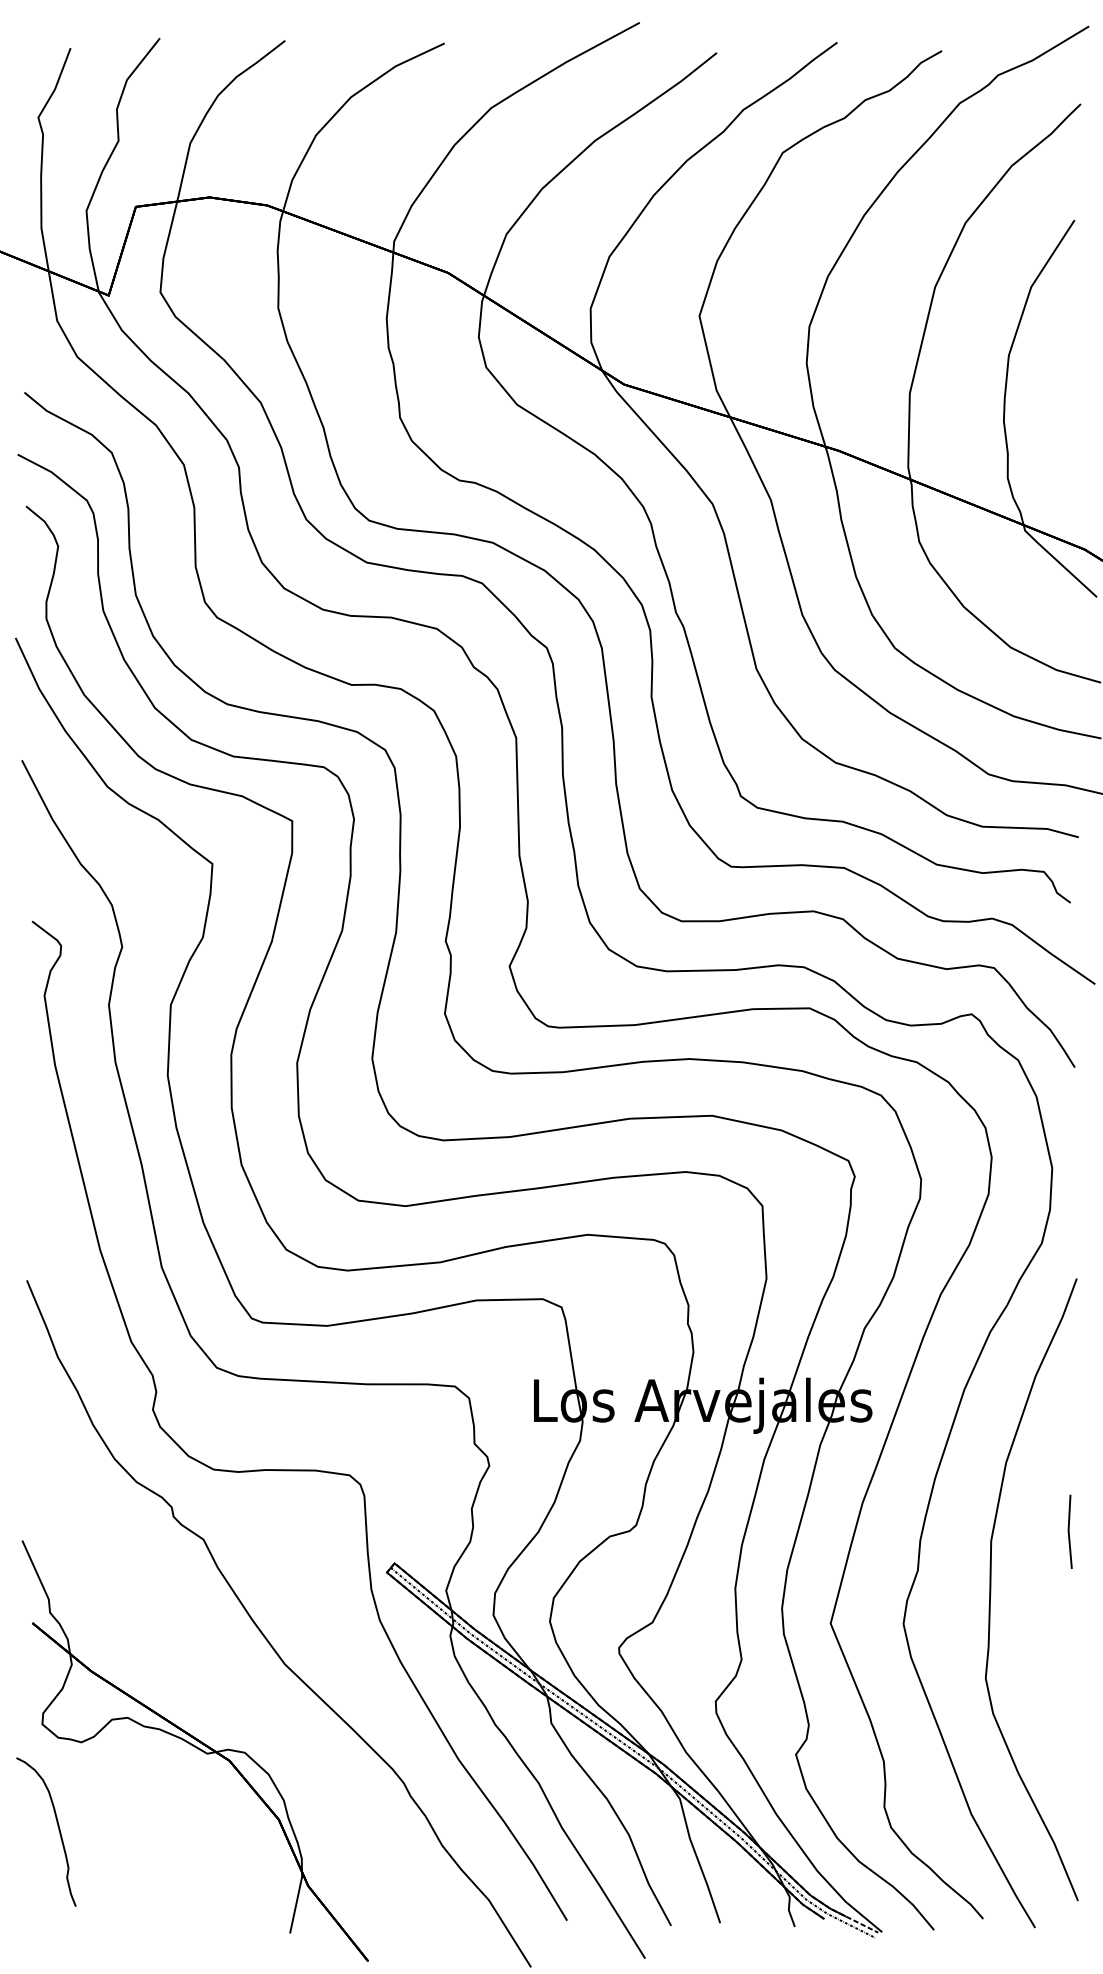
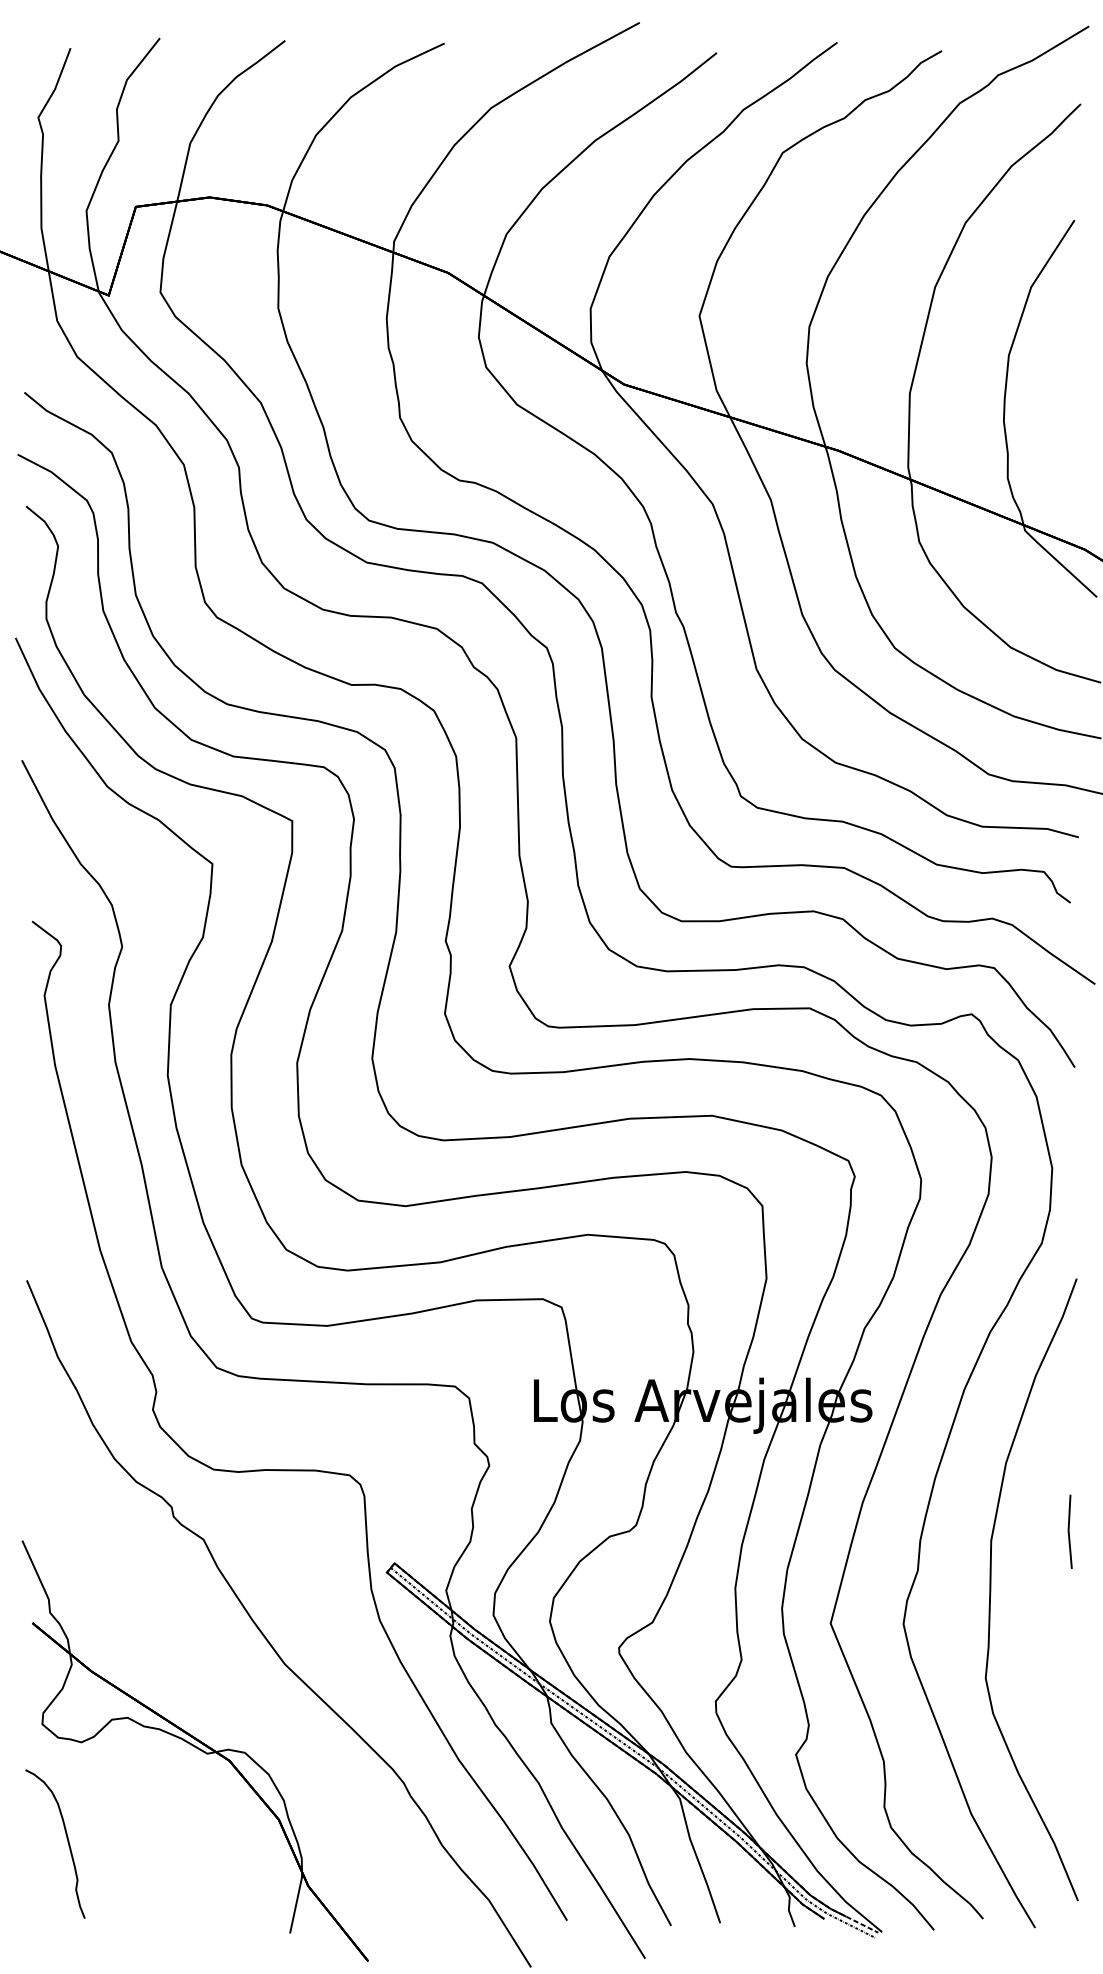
curve at (58, 1830) position: (58, 1830) -> (67, 1842)
